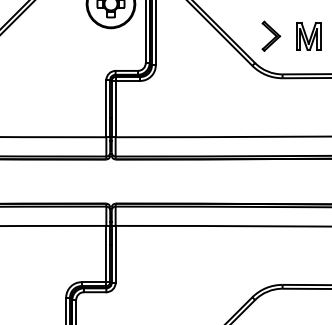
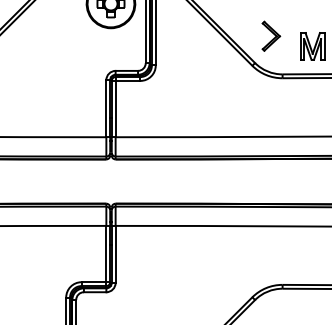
part at (308, 36) position: (308, 36) -> (312, 46)
